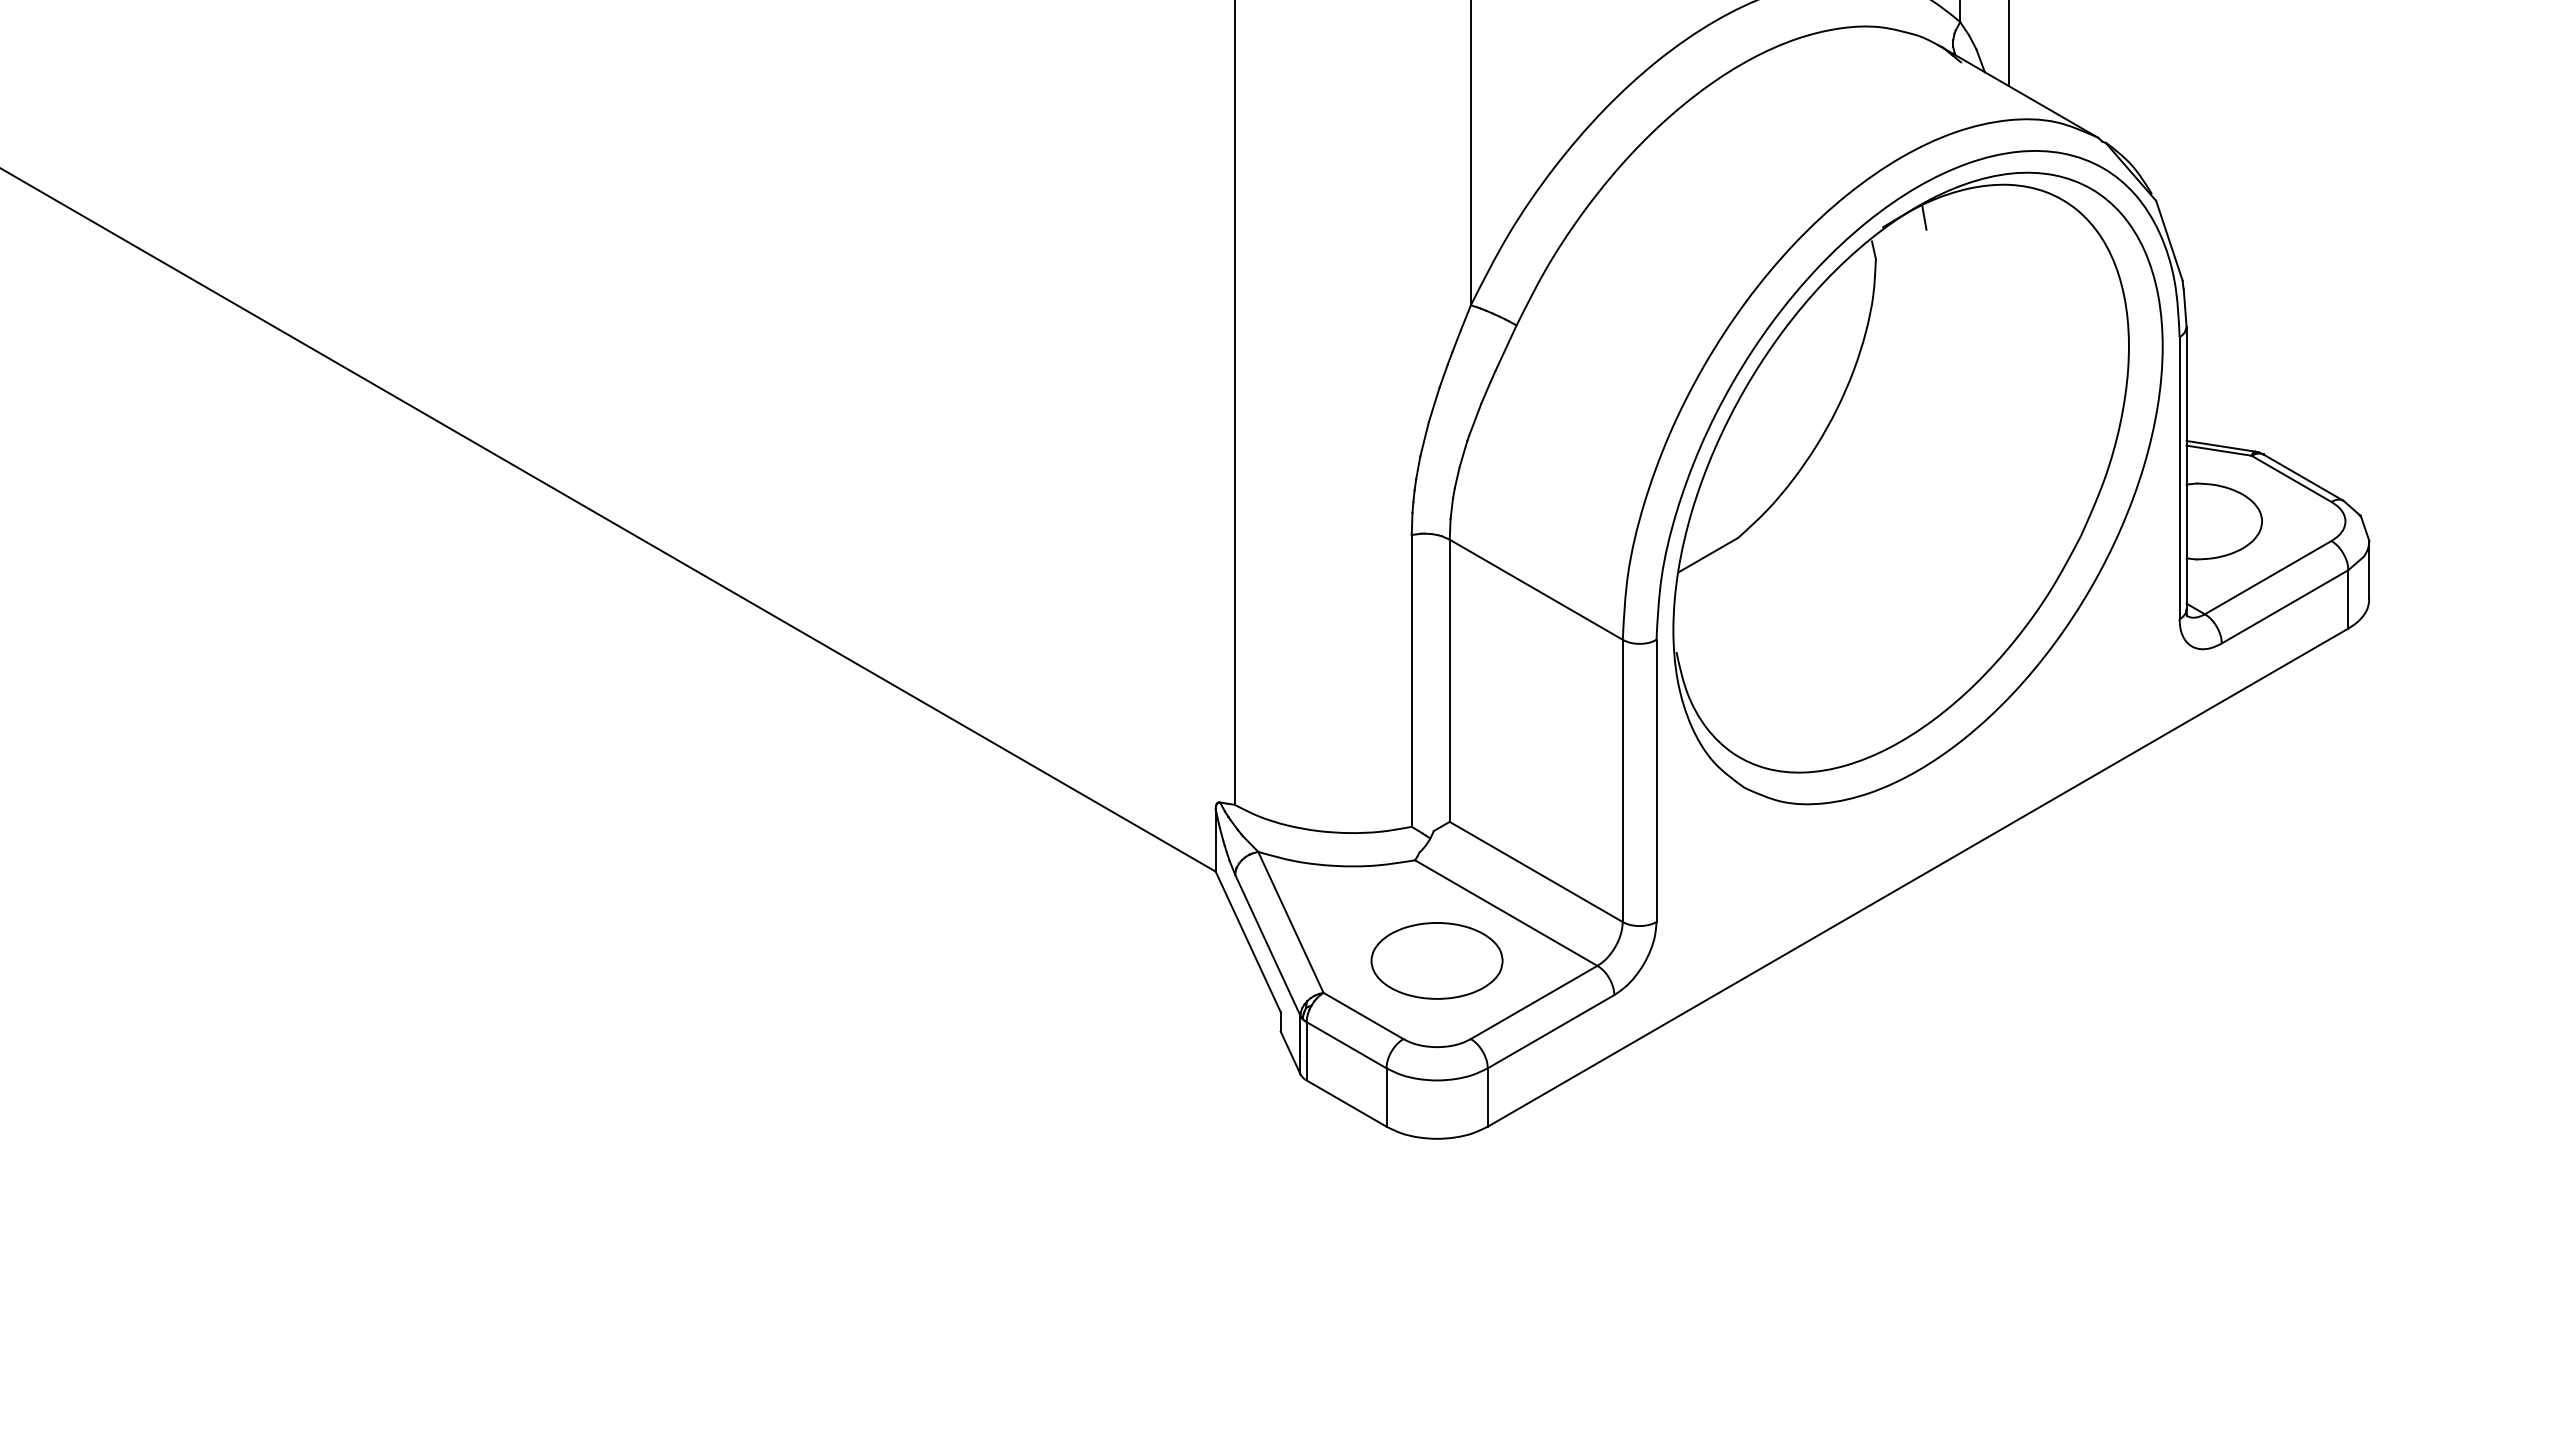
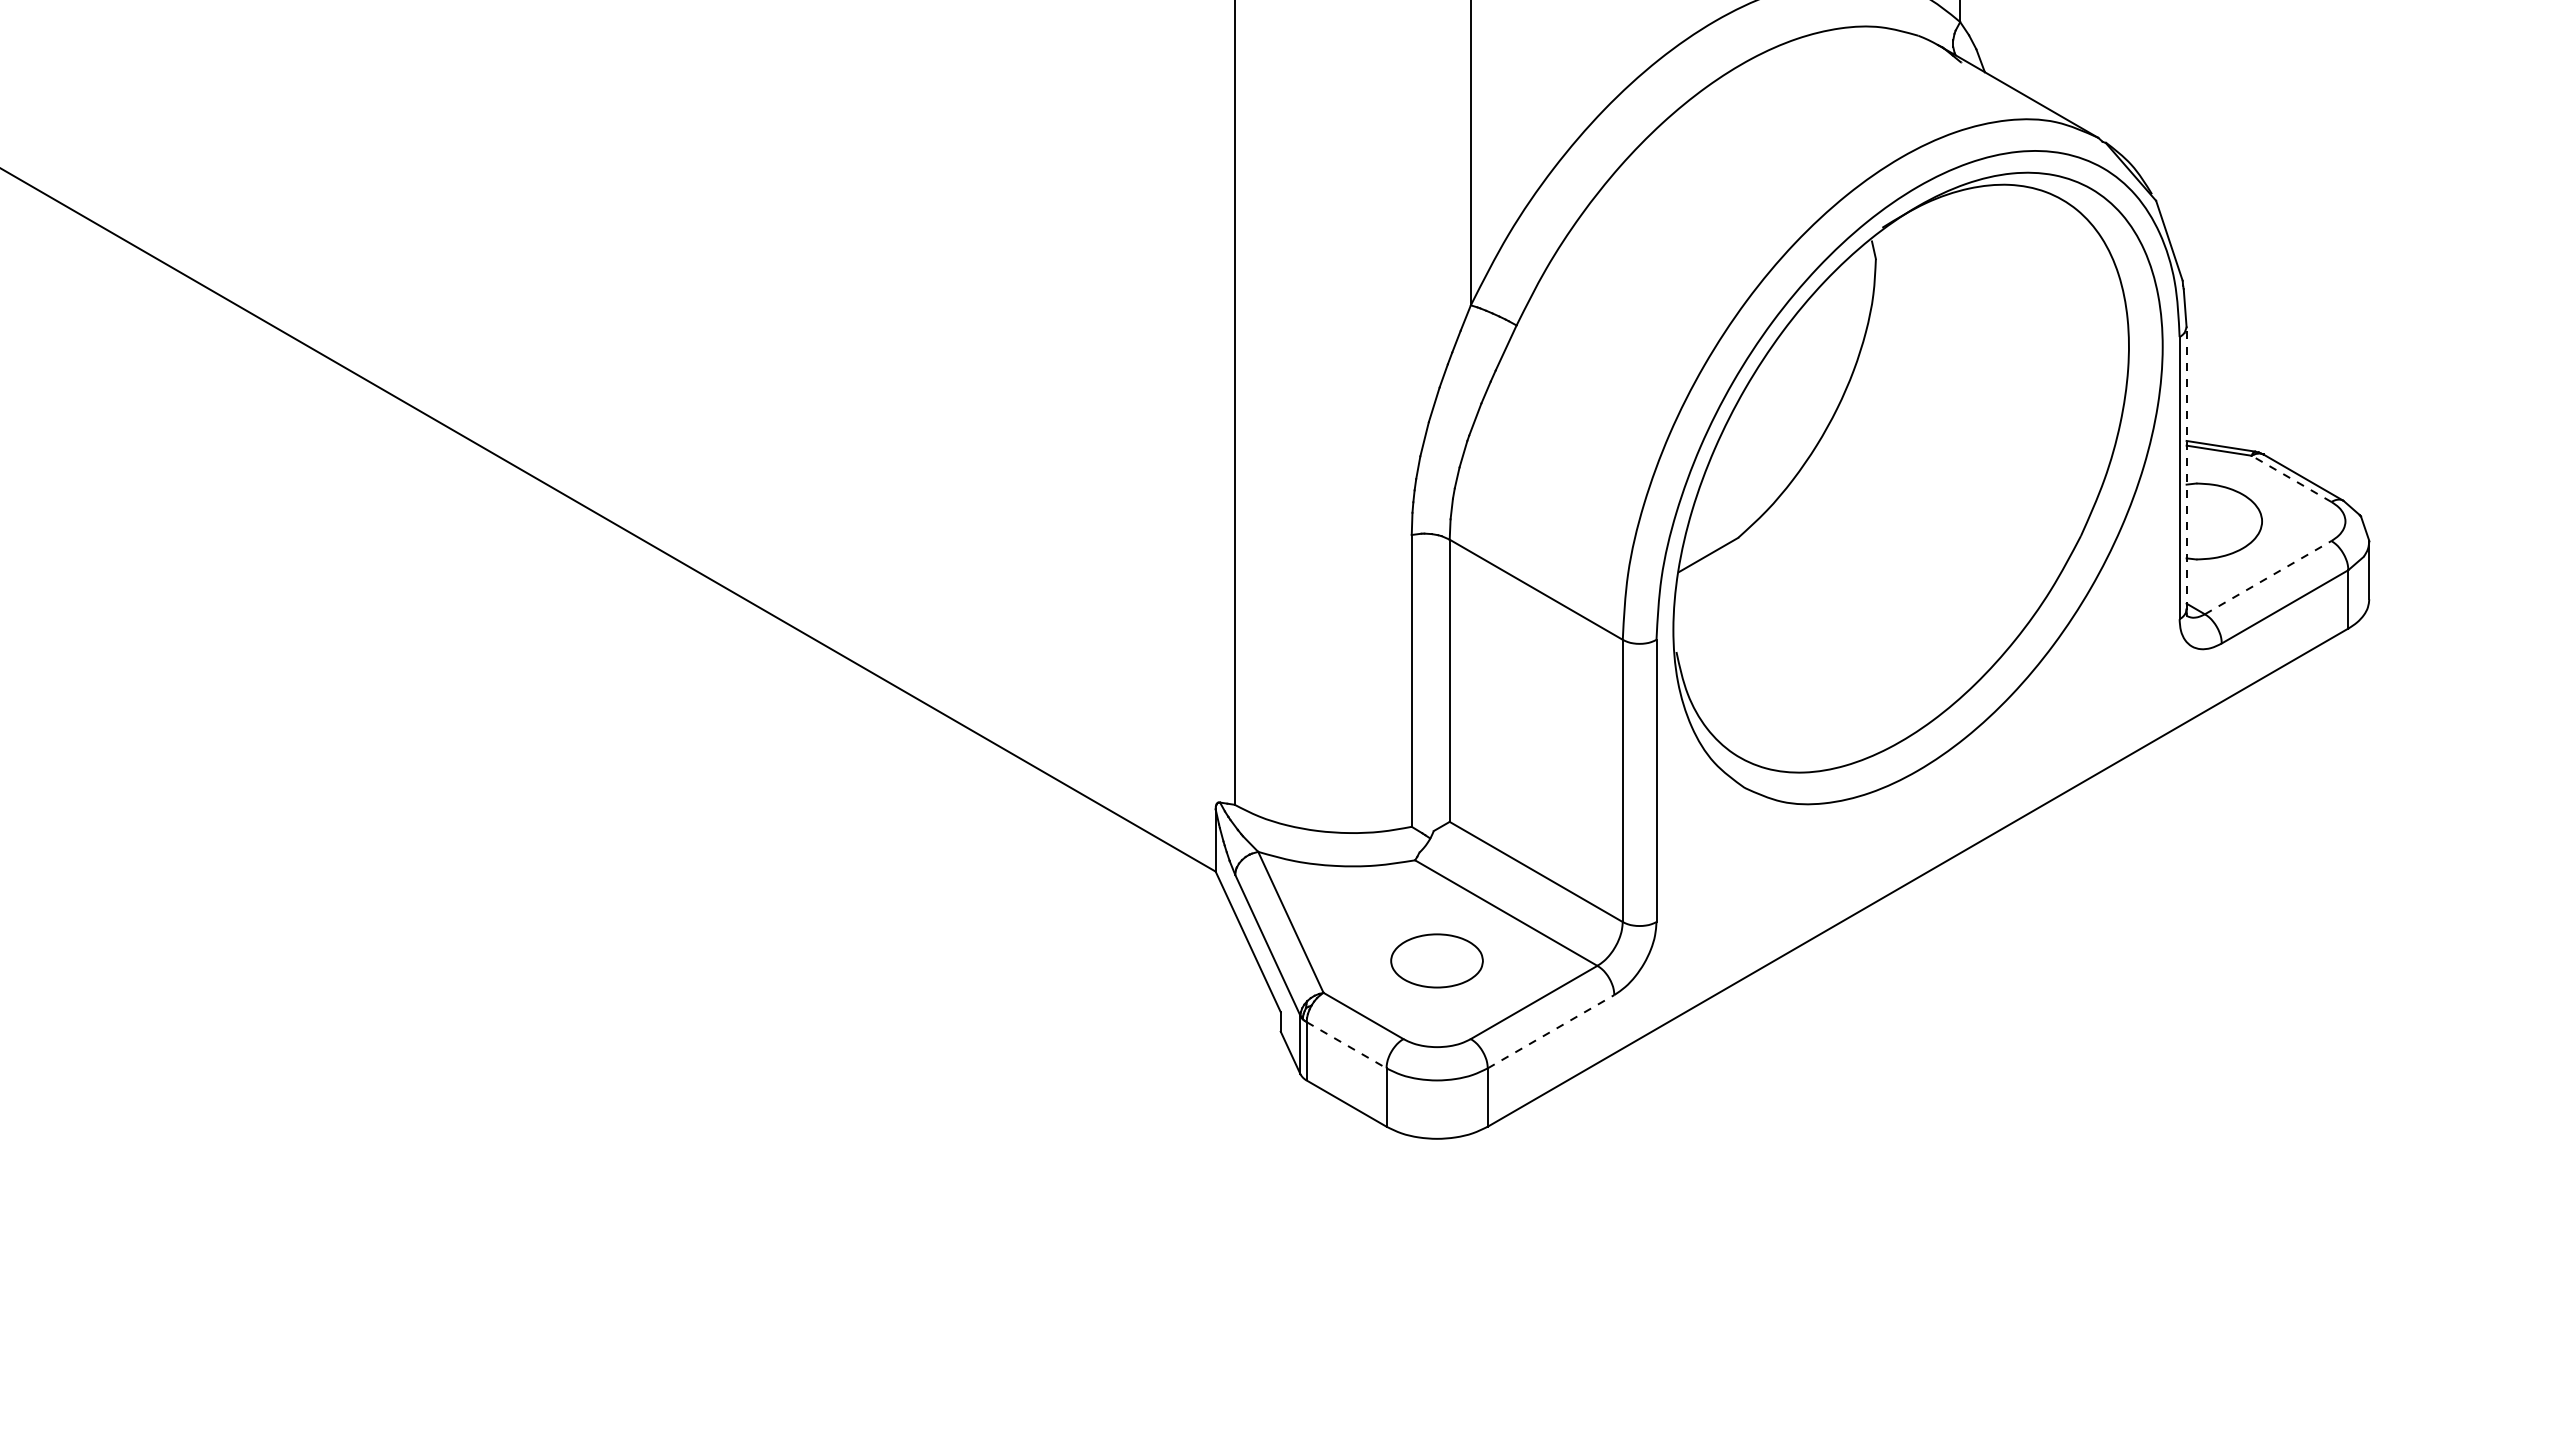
line at (2009, 44): present -> none
line at (1924, 217): present -> none
line at (2186, 467): solid -> dashed
line at (2291, 478): solid -> dashed
line at (2268, 577): solid -> dashed
part at (1436, 960) size: 134x78 px -> 94x56 px
line at (1551, 1031): solid -> dashed
line at (1347, 1045): solid -> dashed
